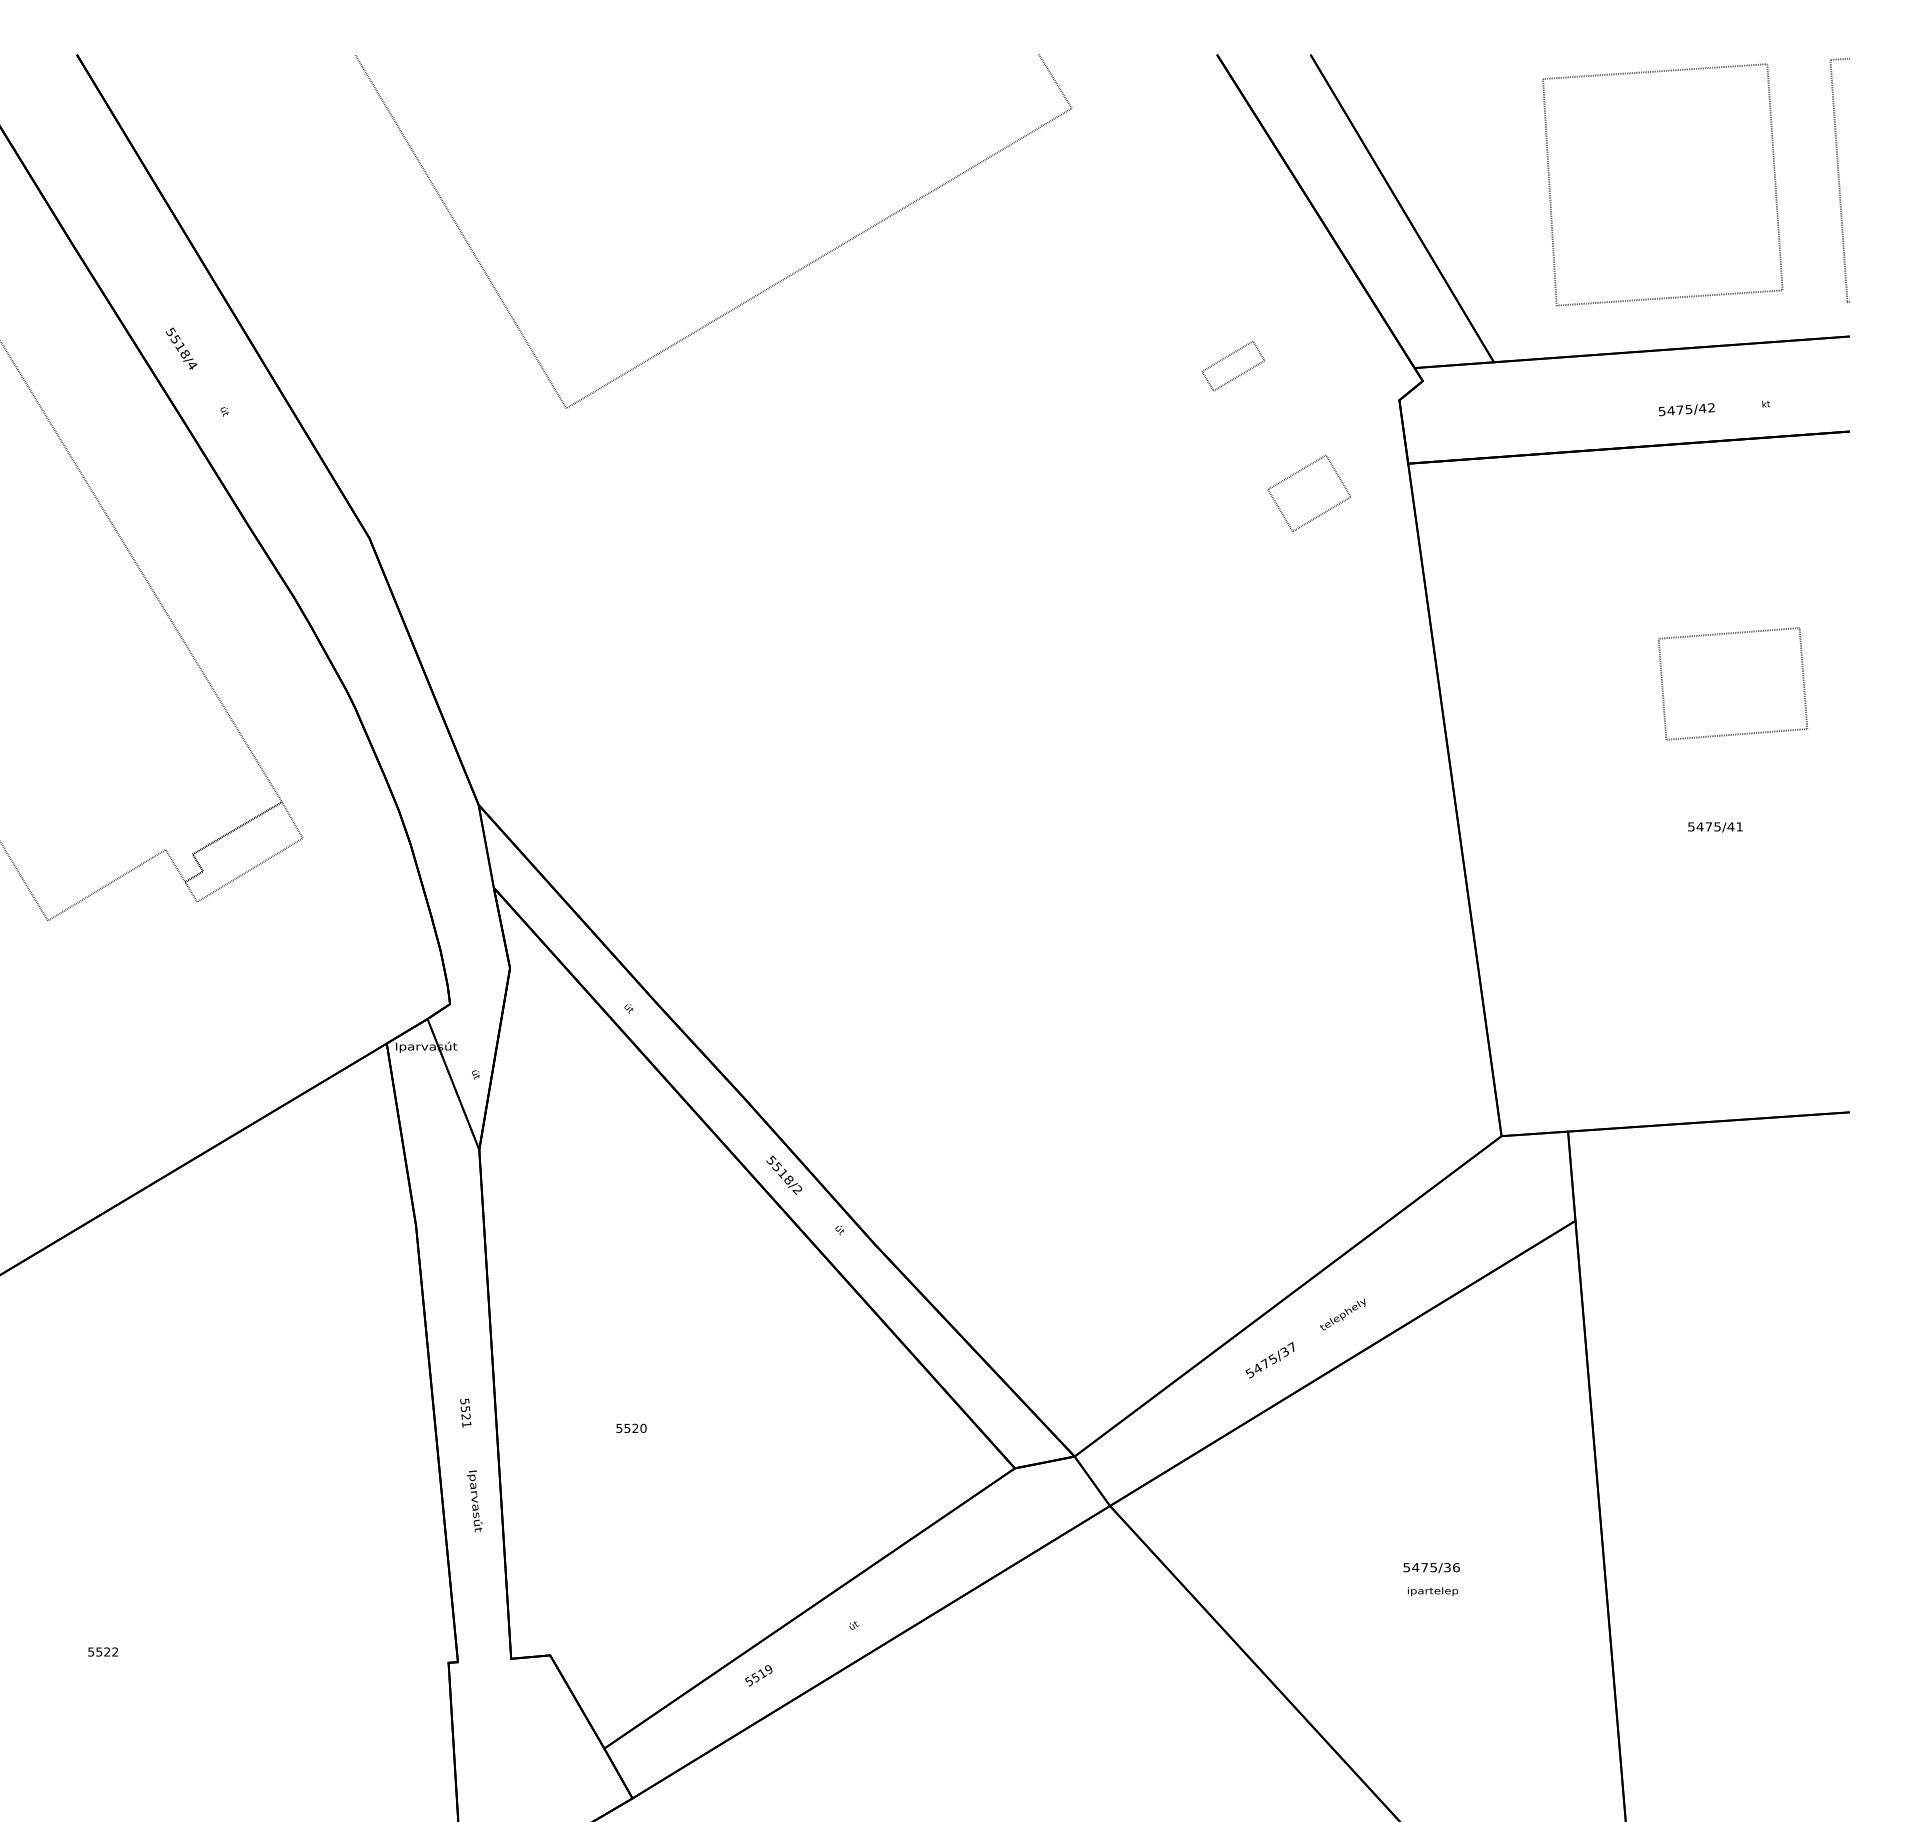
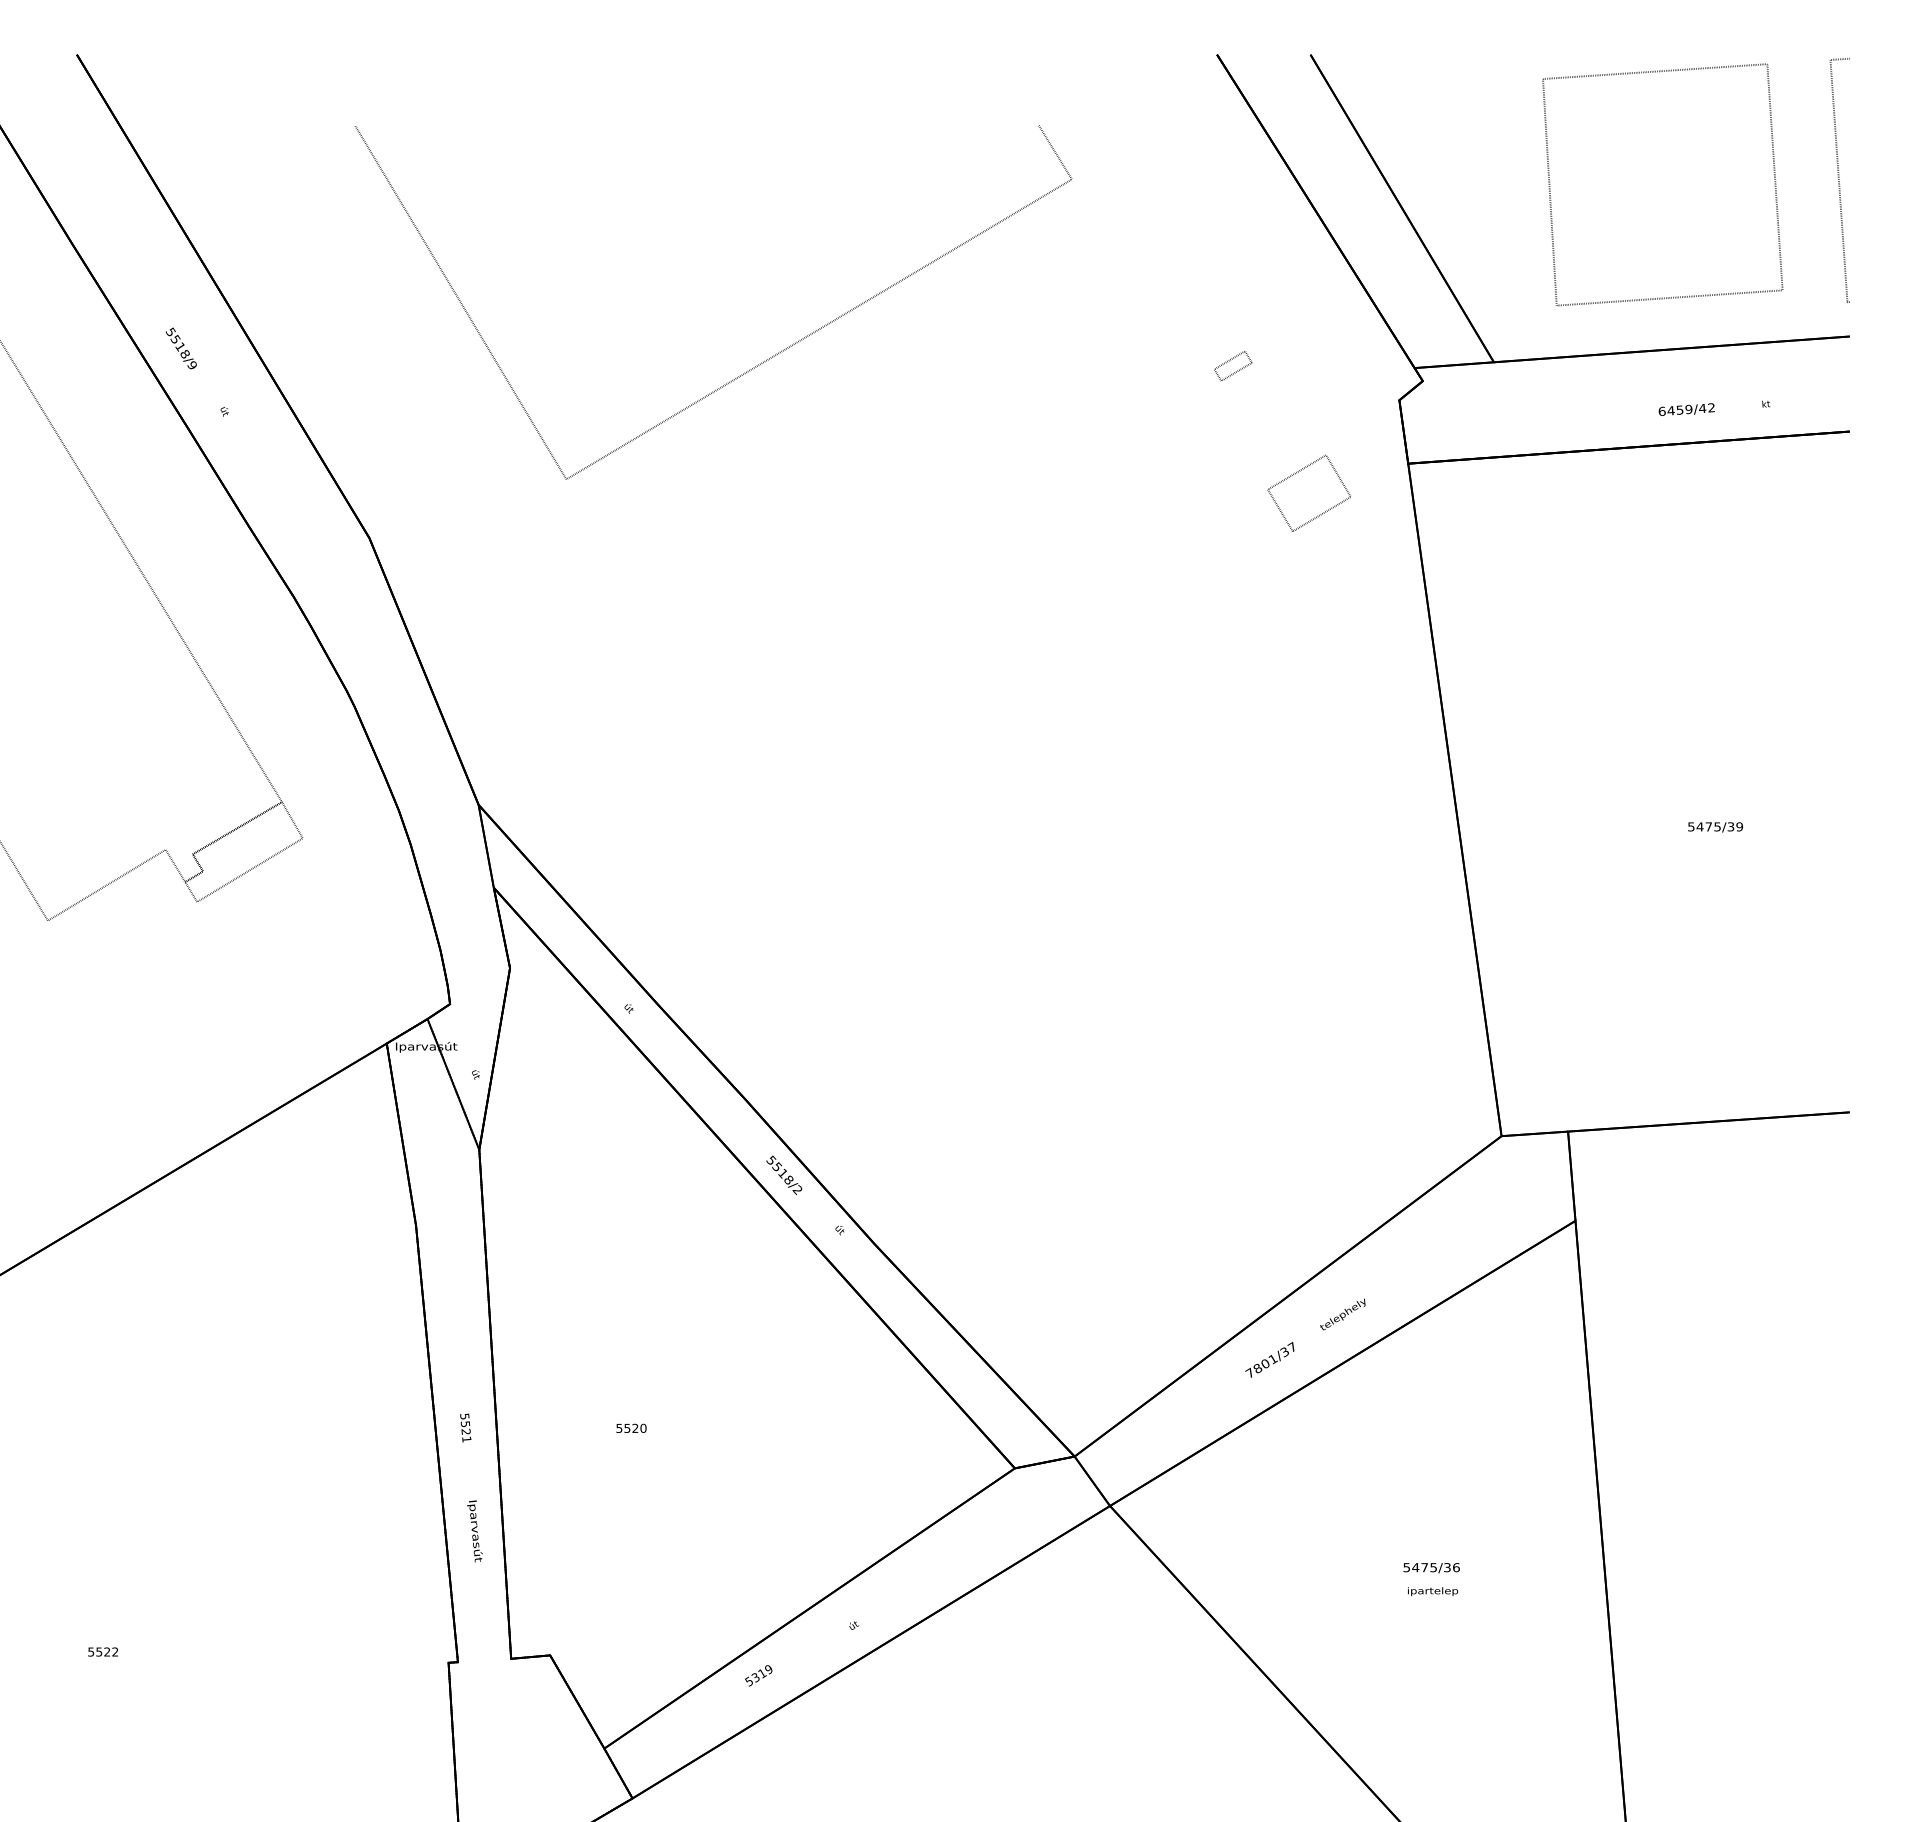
line at (747, 299) position: (747, 299) -> (747, 370)
text at (192, 365): 5518/4 -> 5518/9
part at (1232, 365) size: 64x52 px -> 39x31 px
text at (1675, 410): 5475/42 -> 6459/42
part at (1728, 634): present -> none
text at (1735, 826): 5475/41 -> 5475/39
text at (1261, 1366): 5475/37 -> 7801/37
text at (465, 1412) position: (465, 1412) -> (465, 1427)
text at (474, 1501) position: (474, 1501) -> (474, 1531)
text at (755, 1675): 5519 -> 5319
